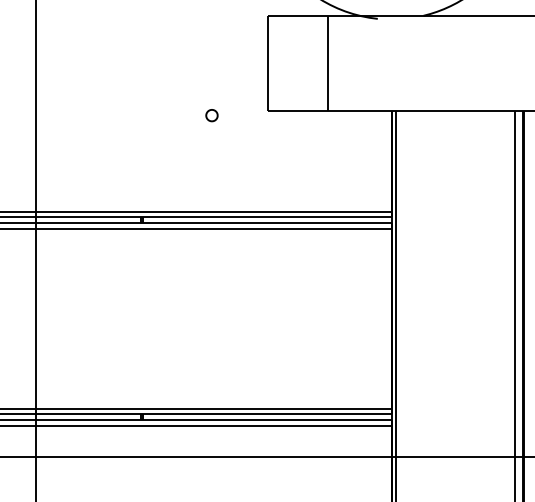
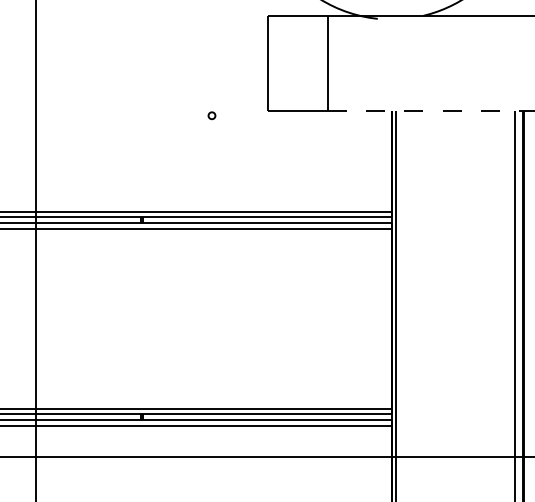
line at (431, 111): solid -> dashed
part at (211, 115) size: 14x14 px -> 10x10 px
